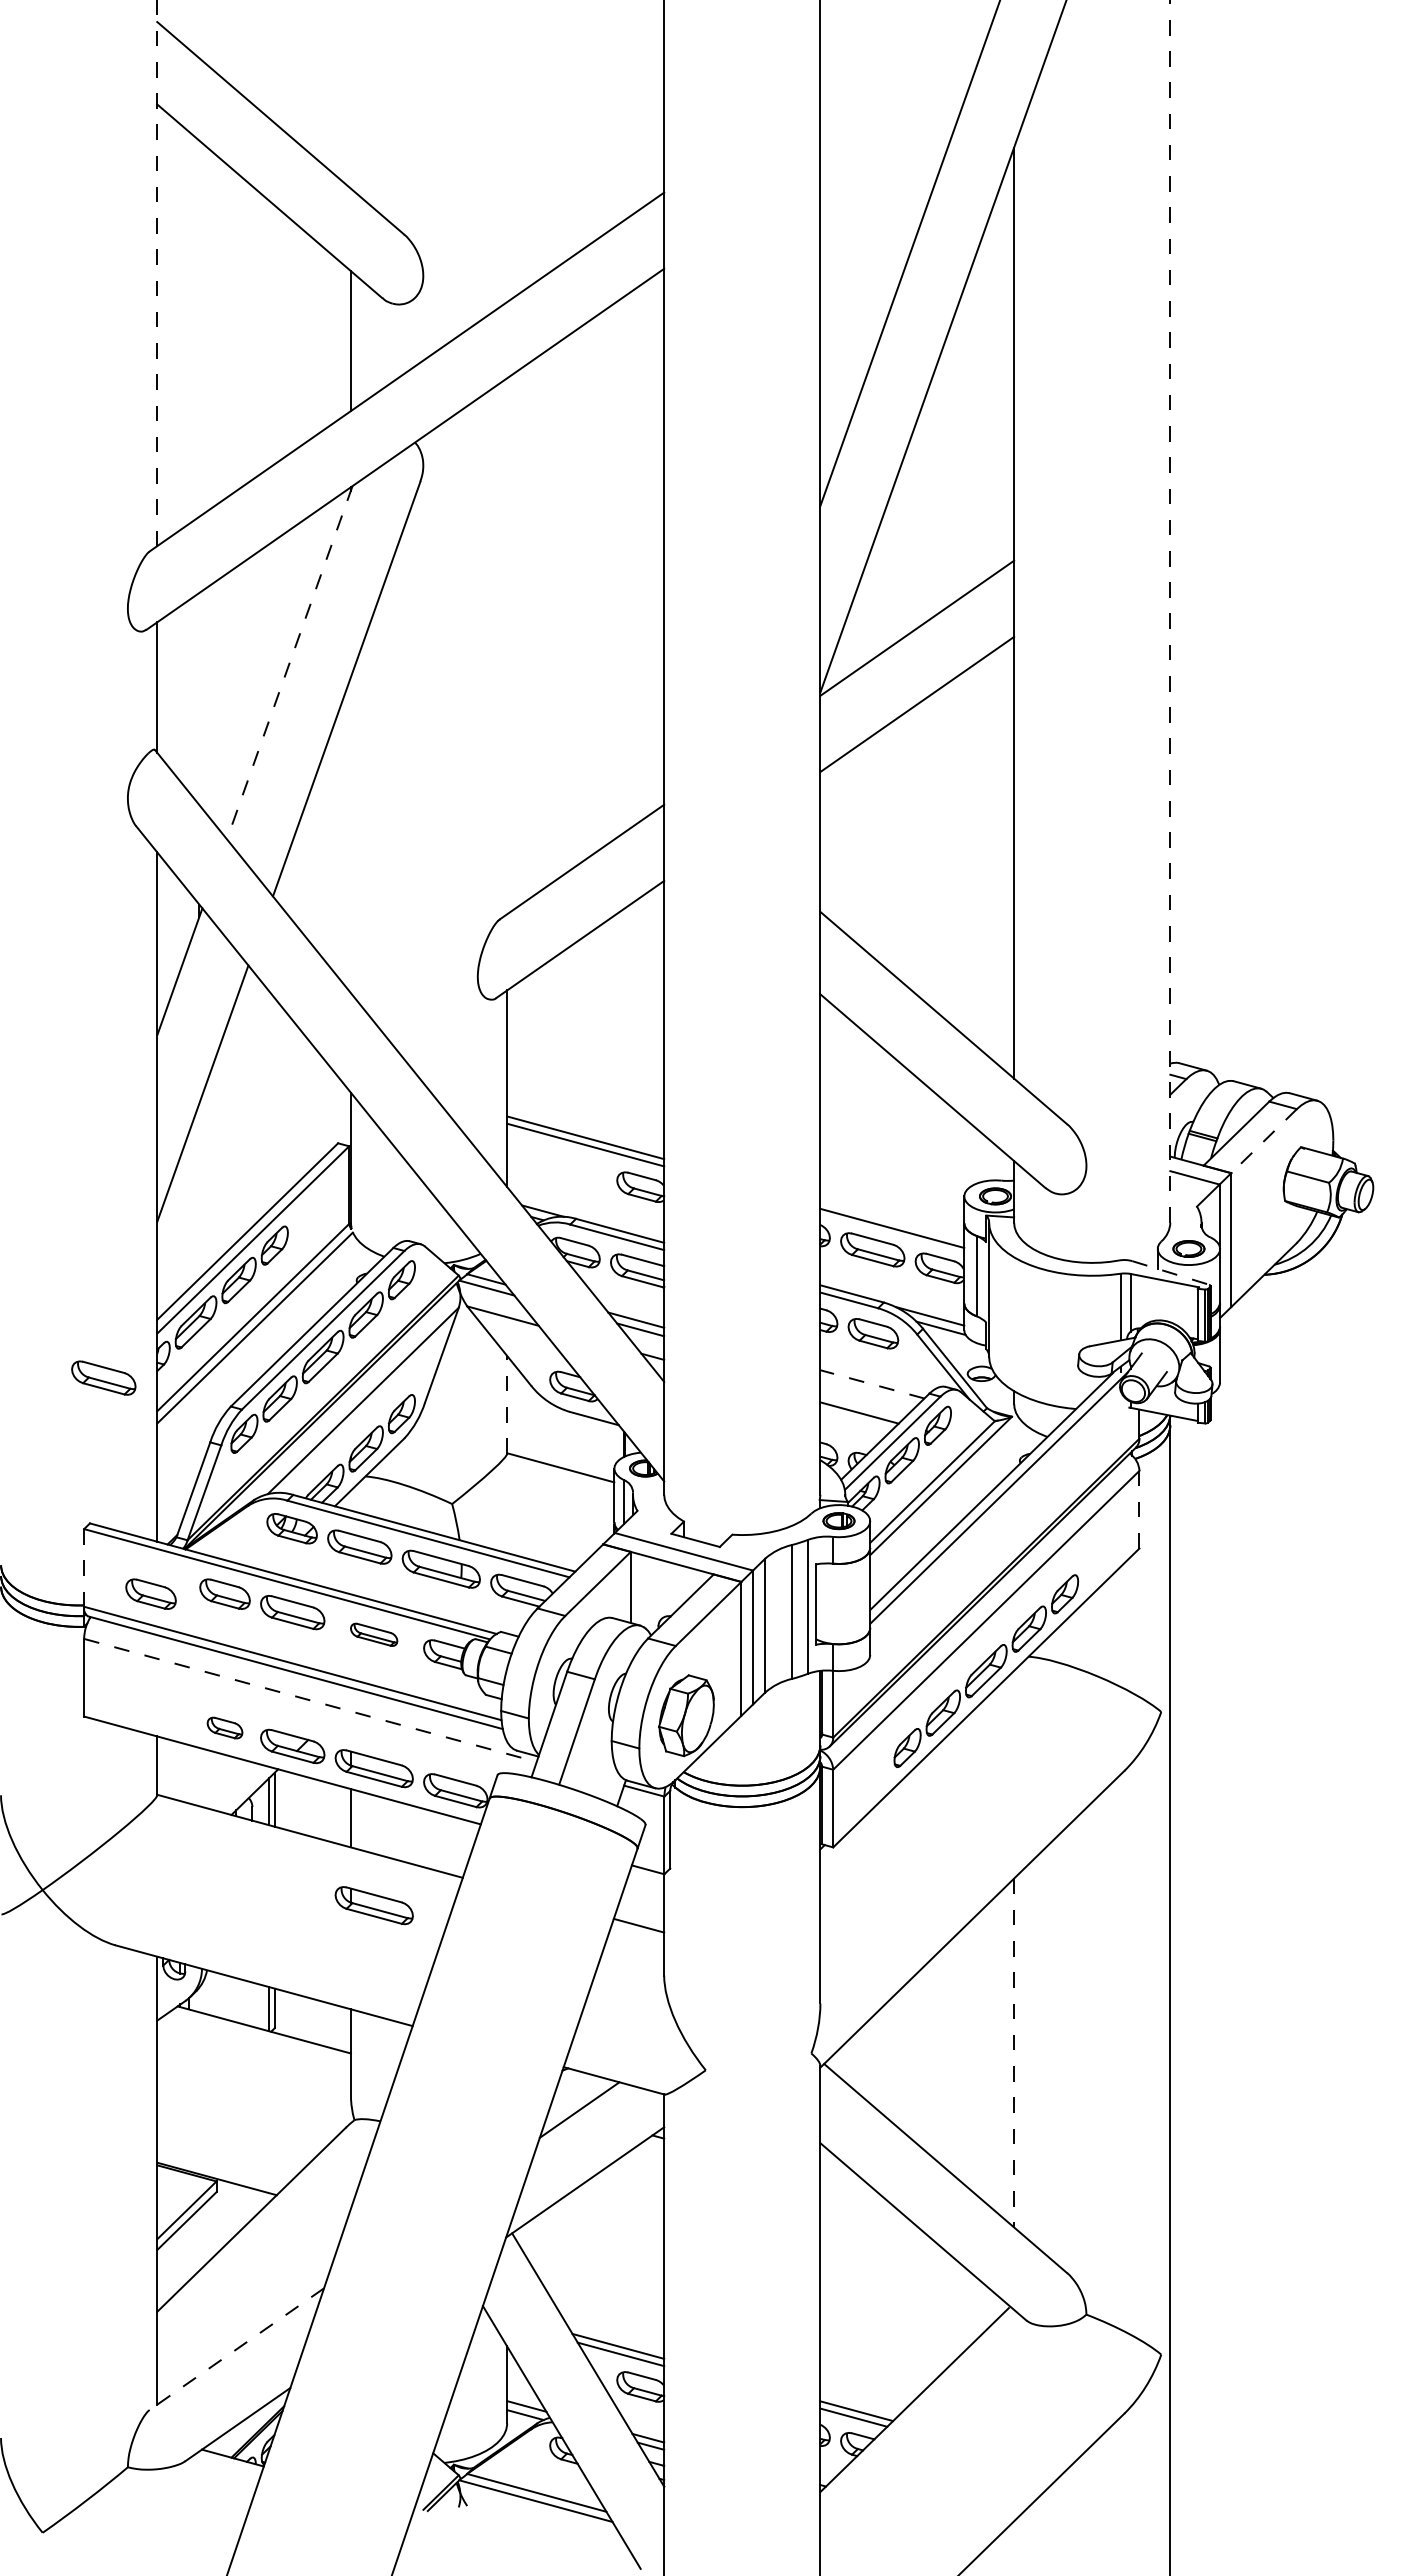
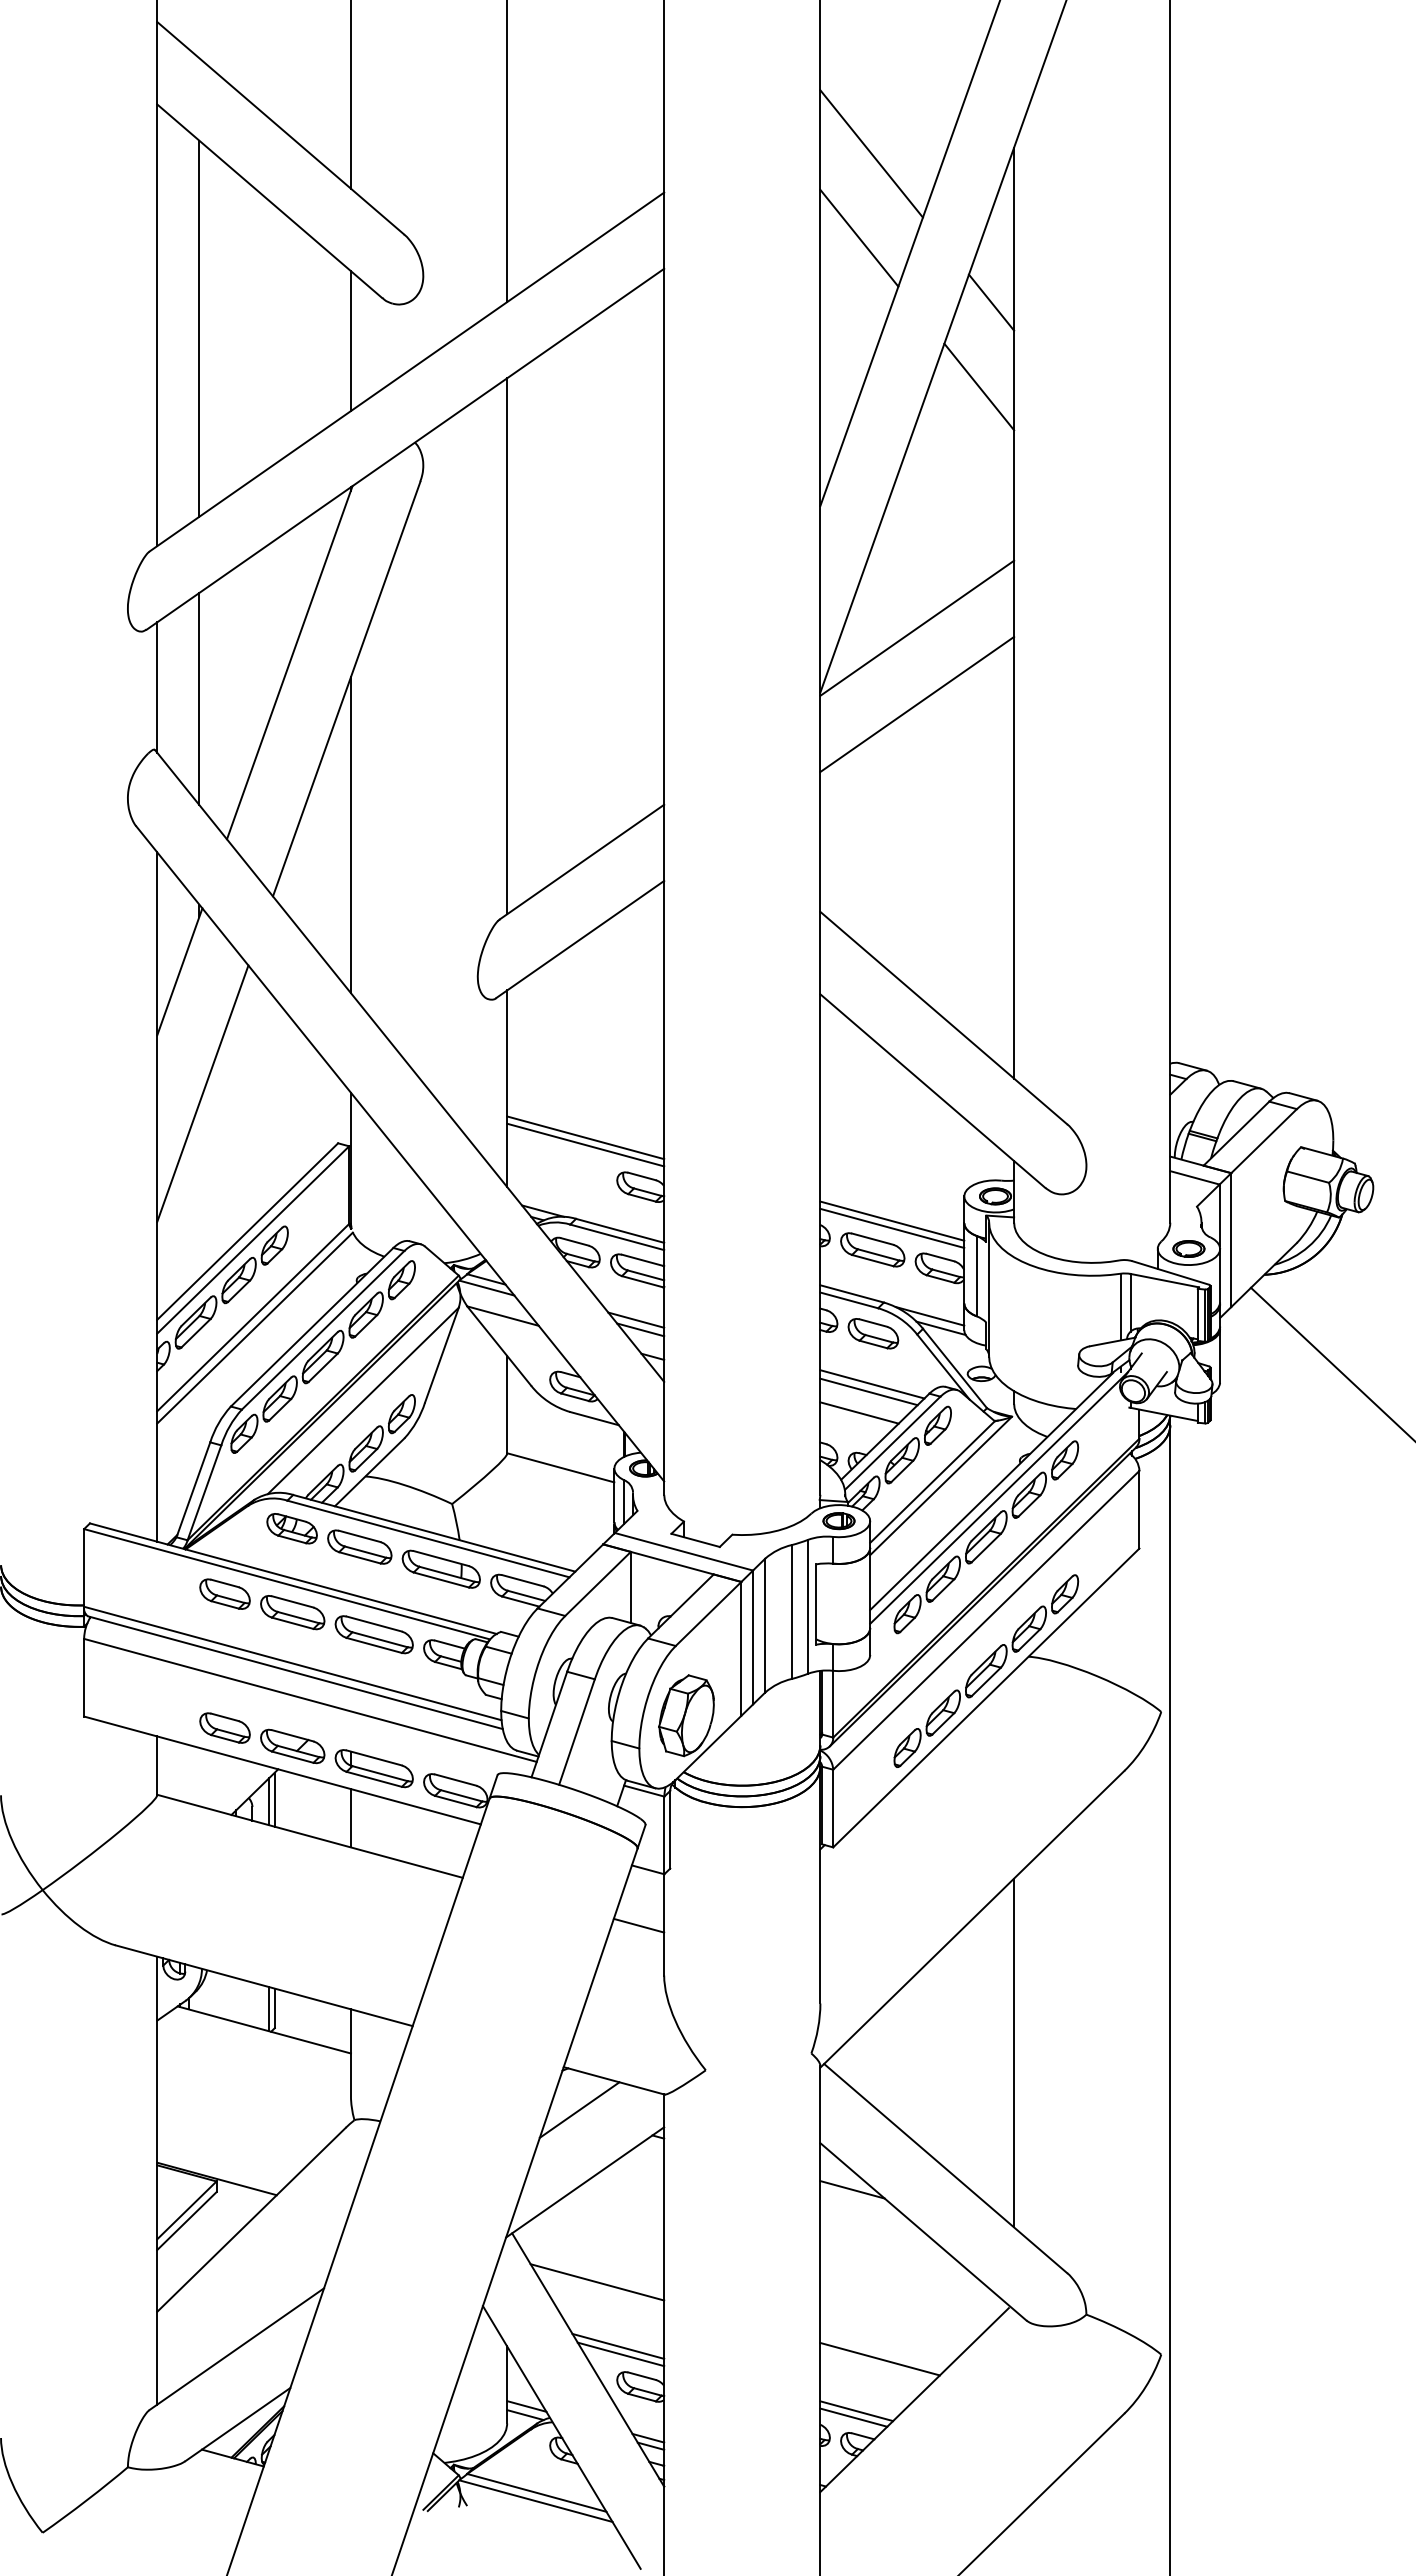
line at (350, 95): none -> present
line at (507, 152): none -> present
line at (871, 153): none -> present
line at (859, 237): none -> present
line at (157, 273): dashed -> solid
line at (991, 302): none -> present
line at (199, 328): none -> present
line at (979, 386): none -> present
line at (1170, 611): dashed -> solid
line at (507, 646): none -> present
line at (289, 663): dashed -> solid
line at (199, 698): none -> present
line at (350, 835): none -> present
line at (1264, 1141): dashed -> solid
line at (892, 1220): none -> present
line at (1171, 1273): dashed -> solid
line at (1331, 1362): none -> present
part at (103, 1377): present -> none
line at (872, 1384): dashed -> solid
line at (868, 1391): none -> present
line at (507, 1404): dashed -> solid
line at (1139, 1509): dashed -> solid
part at (986, 1537): none -> present
line at (84, 1567): dashed -> solid
part at (150, 1593): present -> none
part at (374, 1634) size: 49x25 px -> 80x40 px
line at (310, 1700): dashed -> solid
part at (224, 1727) size: 38x24 px -> 52x32 px
part at (373, 1905): present -> none
line at (1014, 2053): dashed -> solid
line at (852, 2189): none -> present
line at (597, 2282): none -> present
line at (236, 2349): dashed -> solid
line at (879, 2358): none -> present
